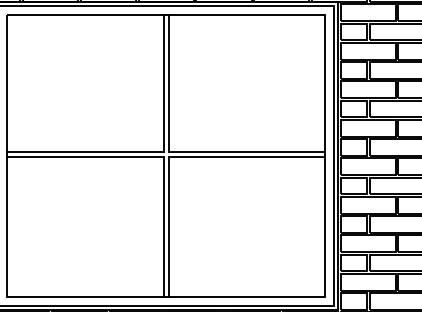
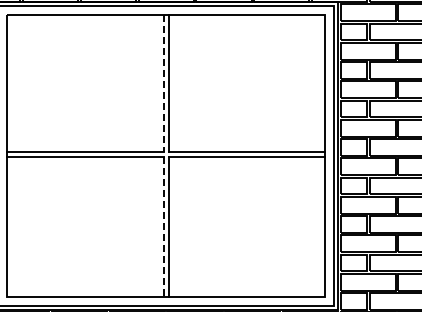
line at (163, 83): solid -> dashed
line at (163, 227): solid -> dashed
